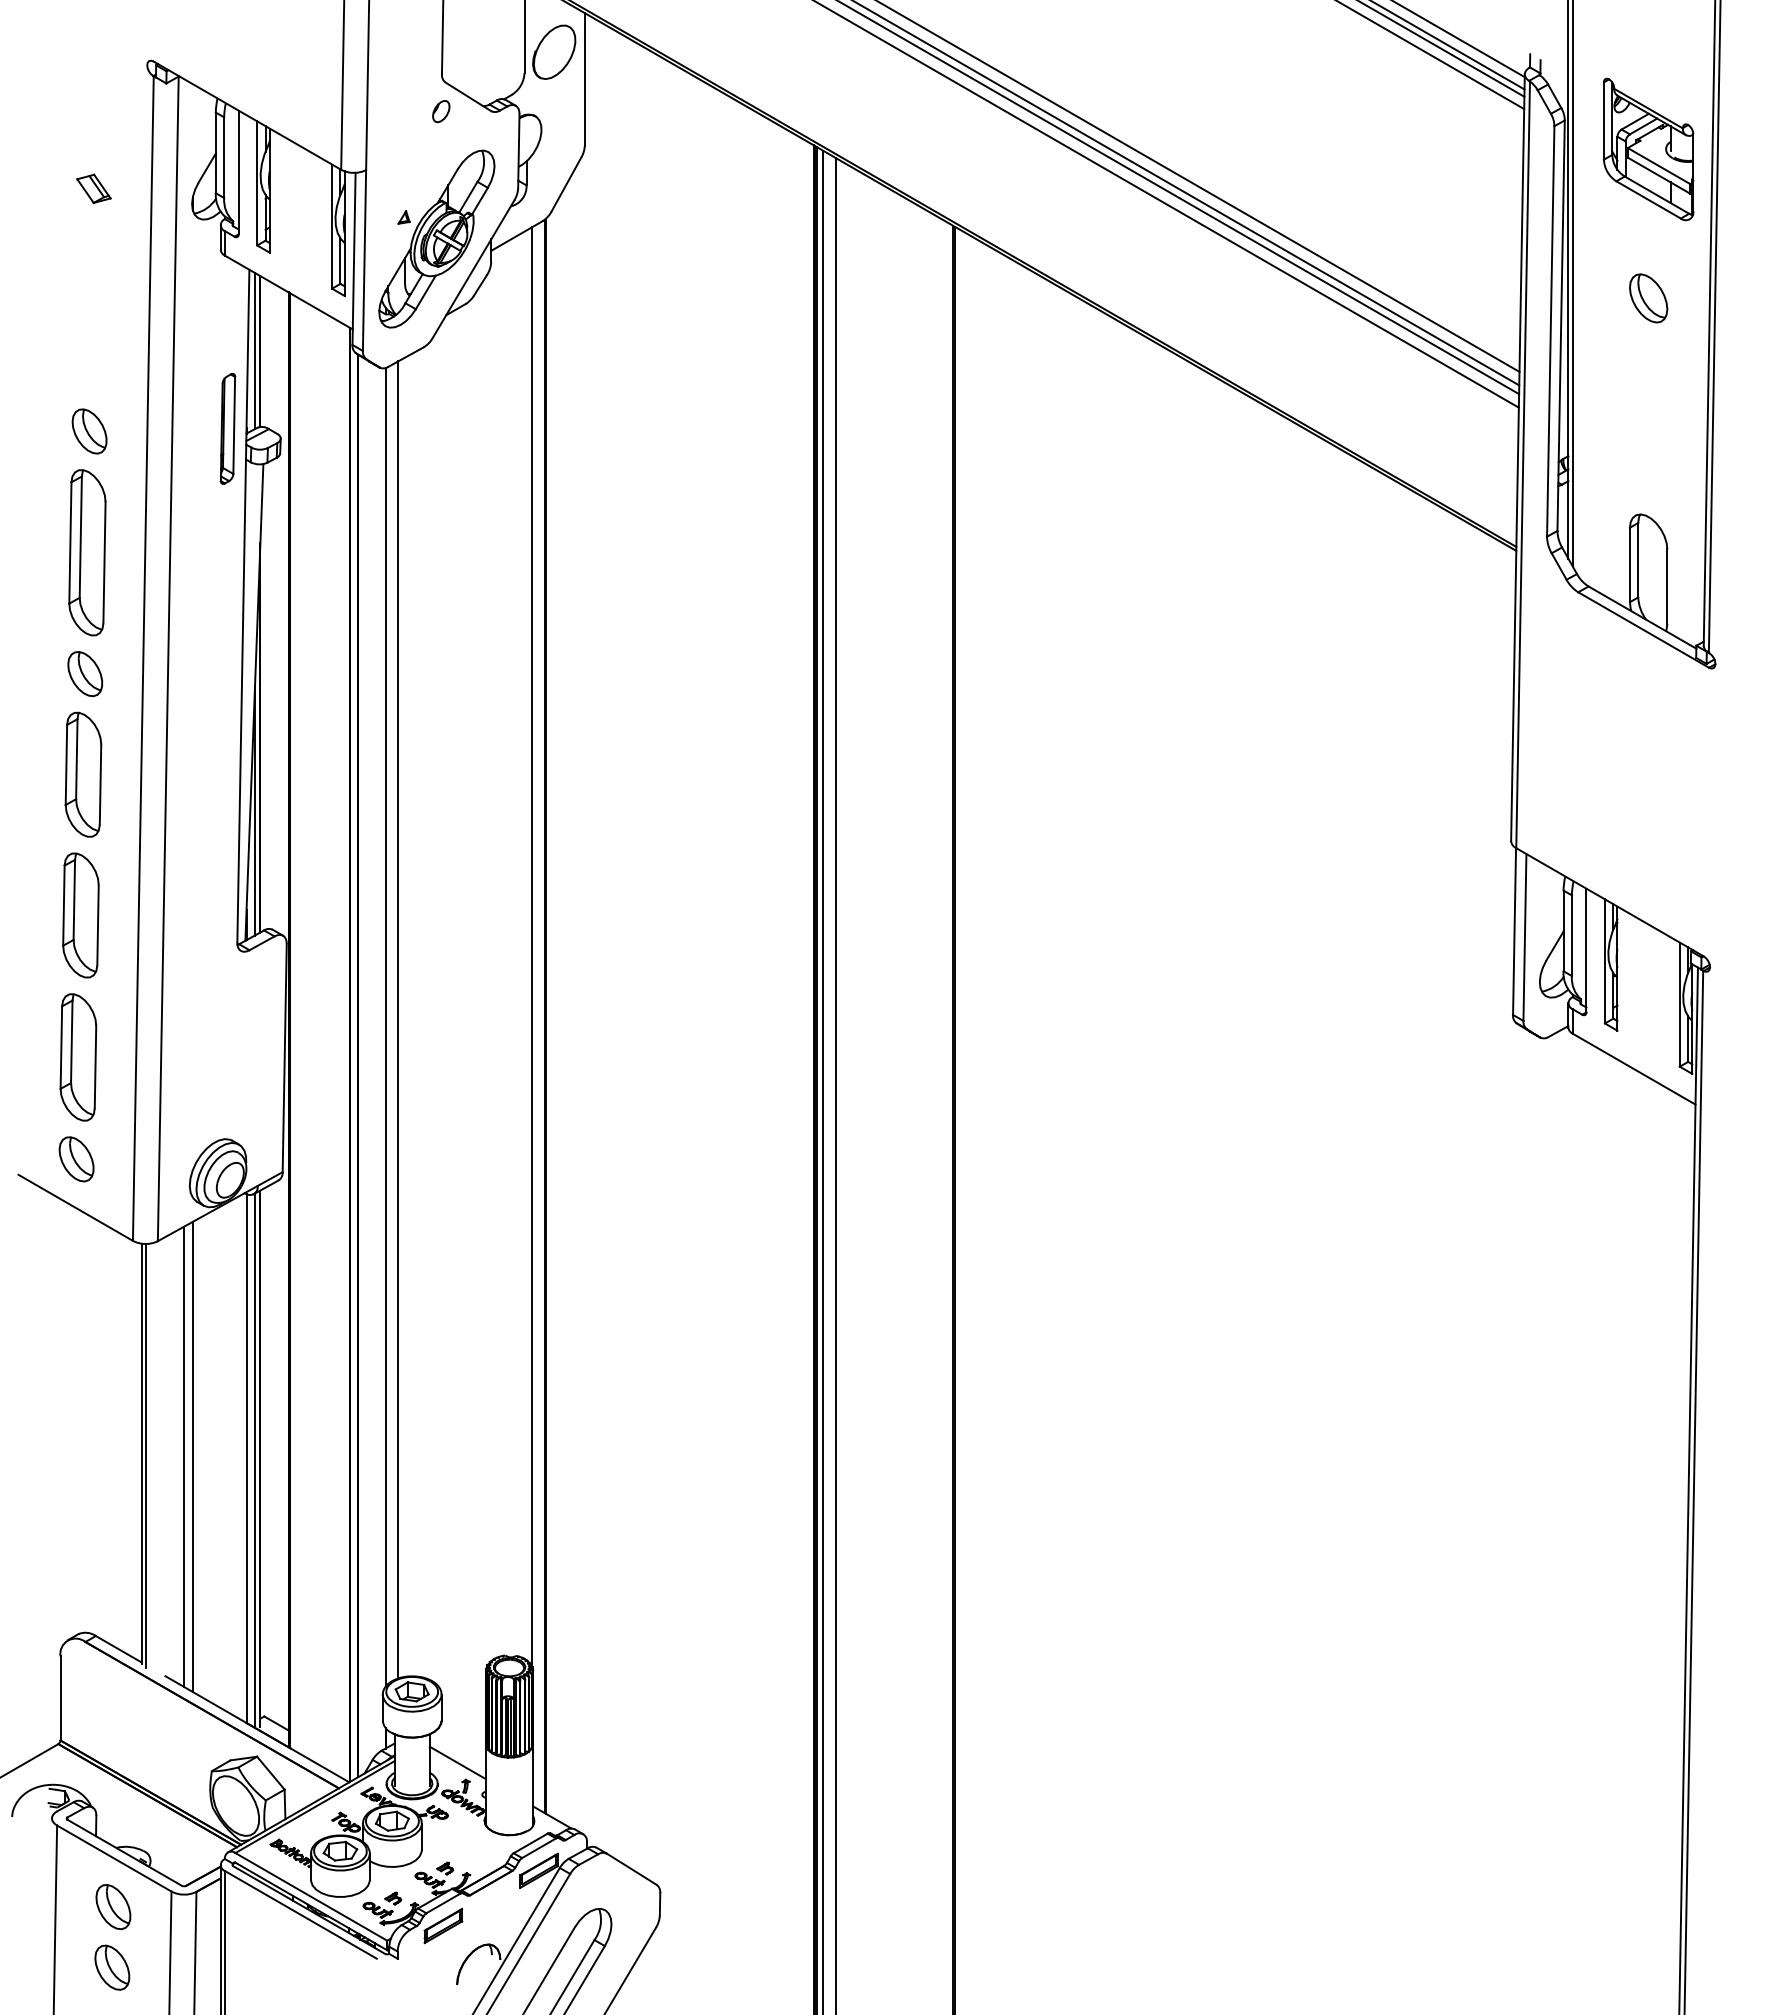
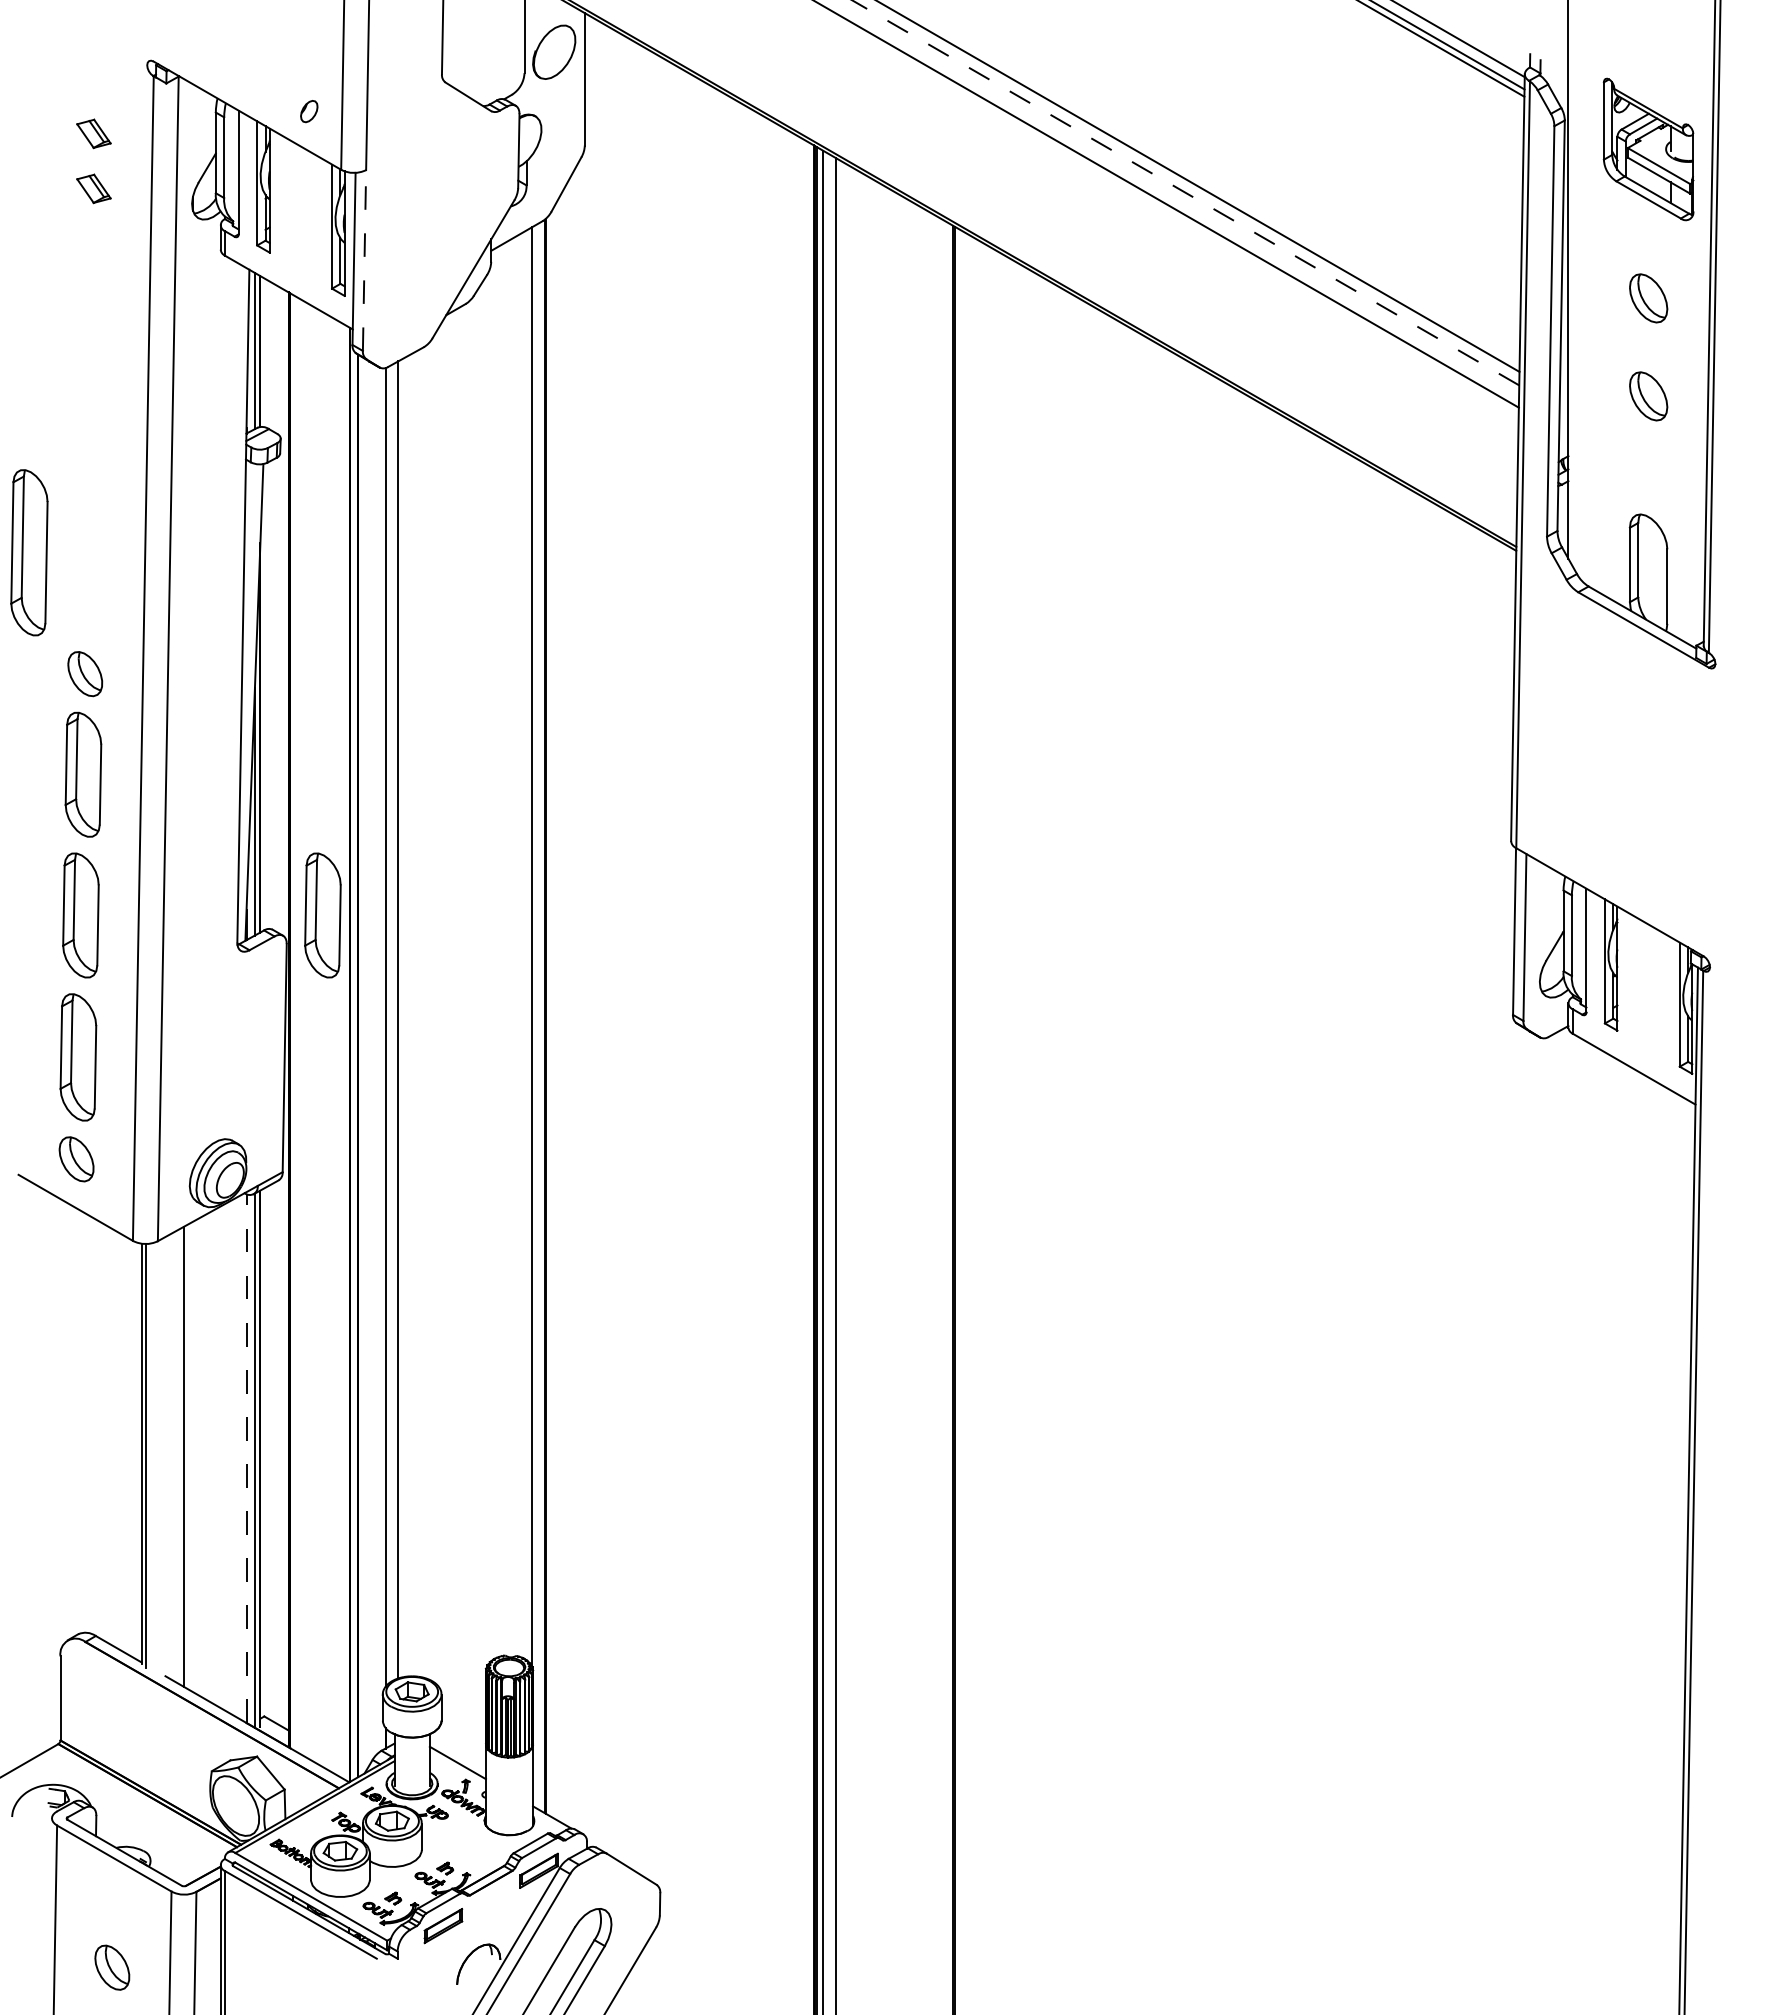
line at (1431, 55): present -> none
part at (441, 111) position: (441, 111) -> (309, 111)
part at (93, 133): none -> present
line at (1185, 192): solid -> dashed
line at (1179, 198): present -> none
part at (436, 238): present -> none
line at (364, 260): solid -> dashed
line at (1572, 284): present -> none
part at (1648, 396): none -> present
part at (227, 428): present -> none
part at (89, 431): present -> none
part at (87, 552) position: (87, 552) -> (29, 552)
part at (322, 915): none -> present
line at (192, 1456): present -> none
line at (246, 1458): solid -> dashed
part at (113, 1907): present -> none
